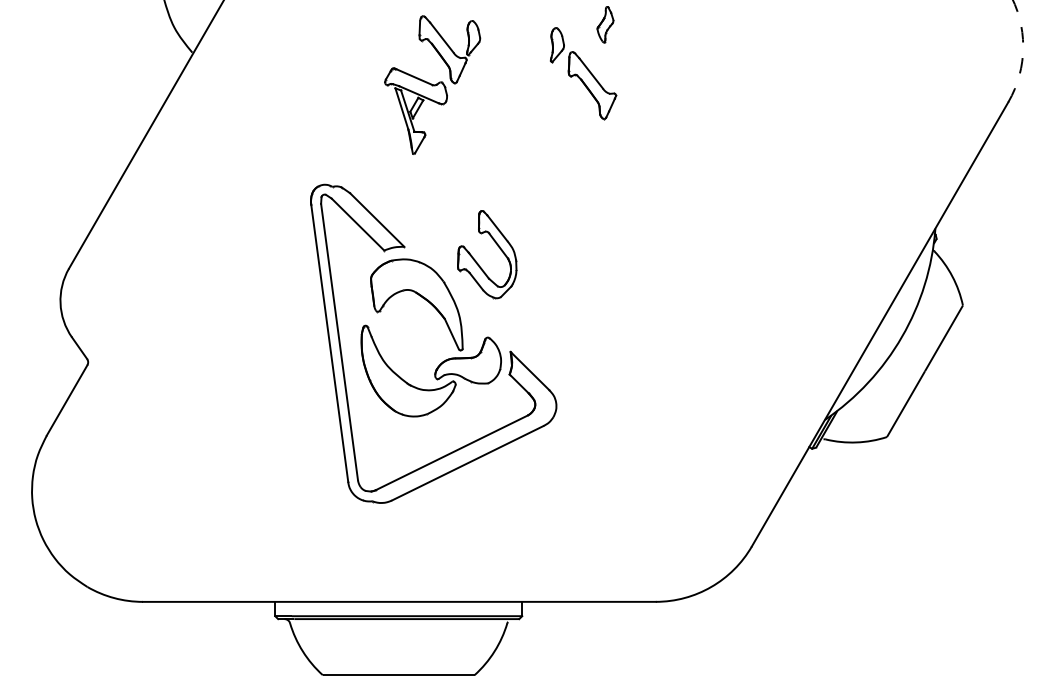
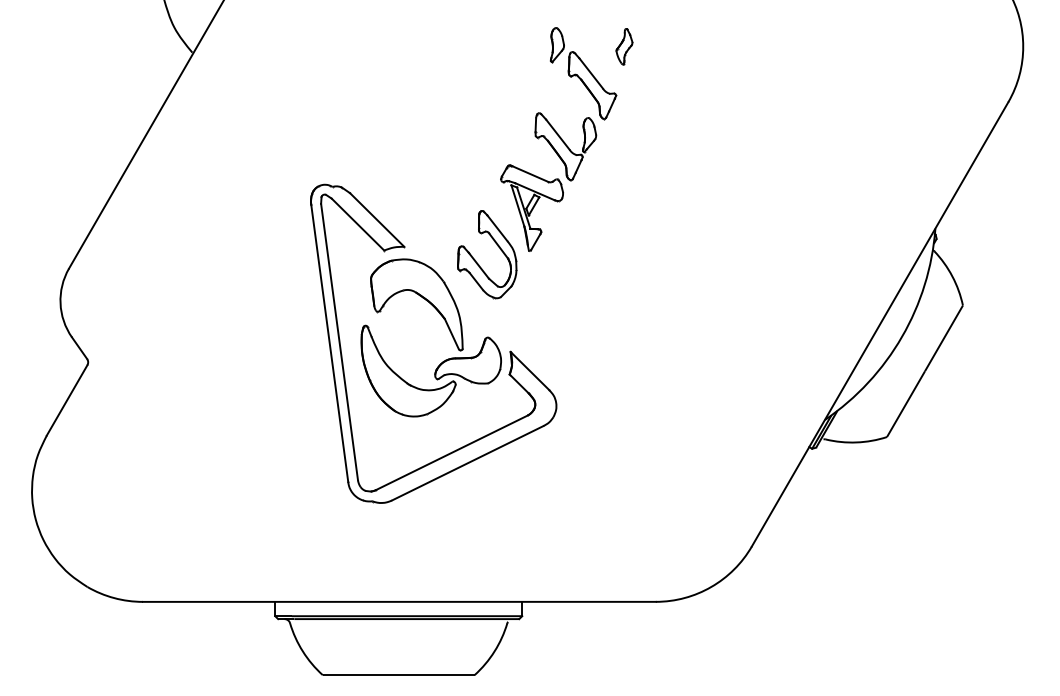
part at (605, 24) position: (605, 24) -> (624, 46)
arc at (1023, 51): dashed -> solid
part at (432, 84) position: (432, 84) -> (548, 181)
